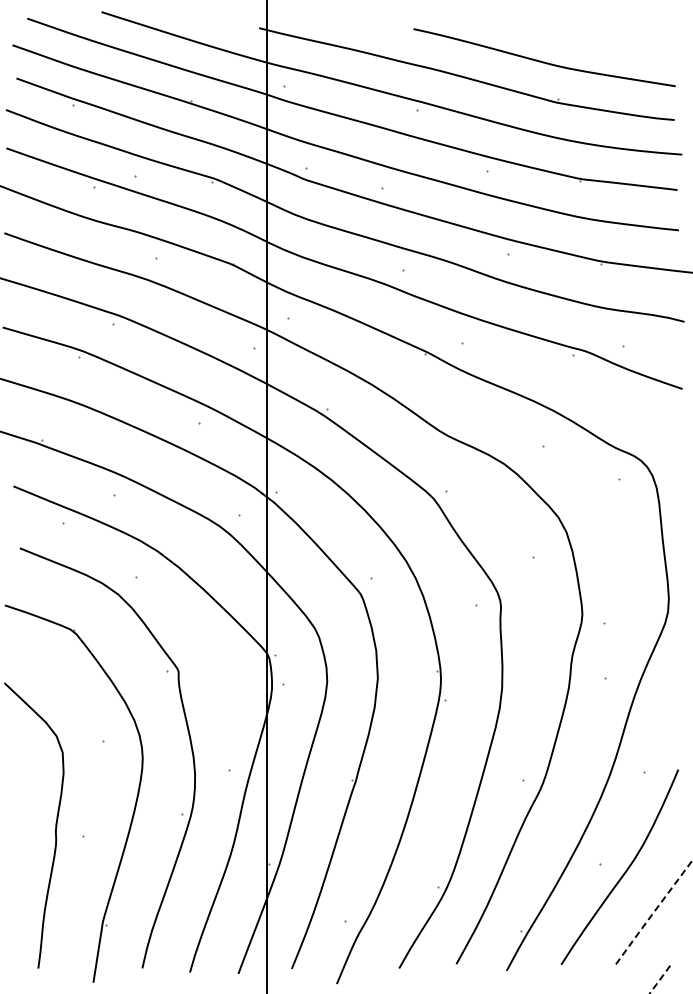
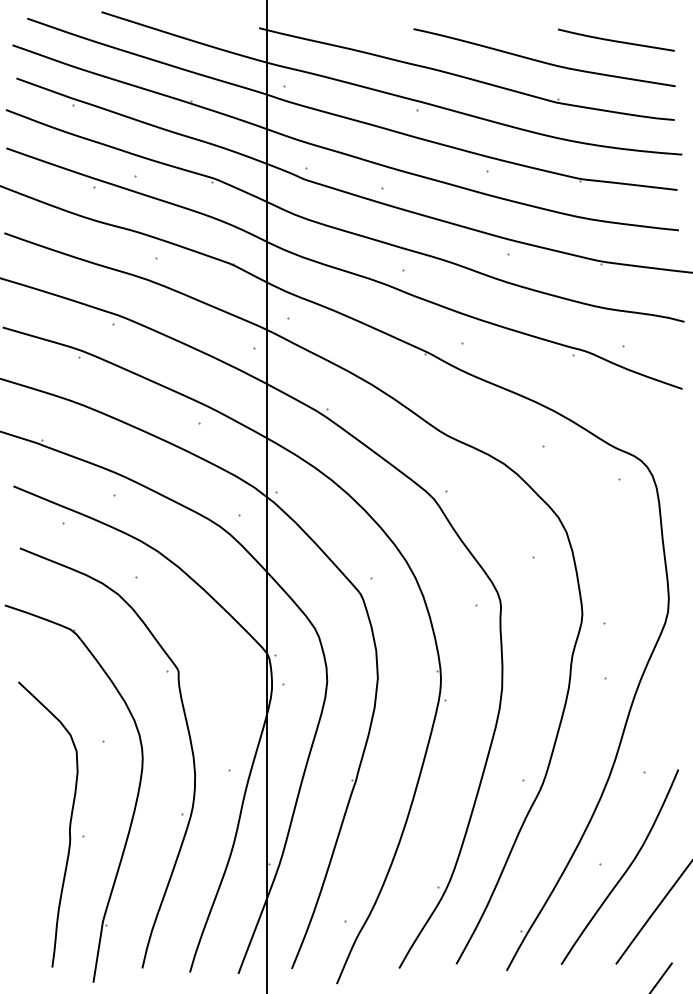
curve at (616, 40): none -> present
curve at (55, 825) position: (55, 825) -> (69, 824)
line at (653, 912): dashed -> solid
line at (661, 977): dashed -> solid
